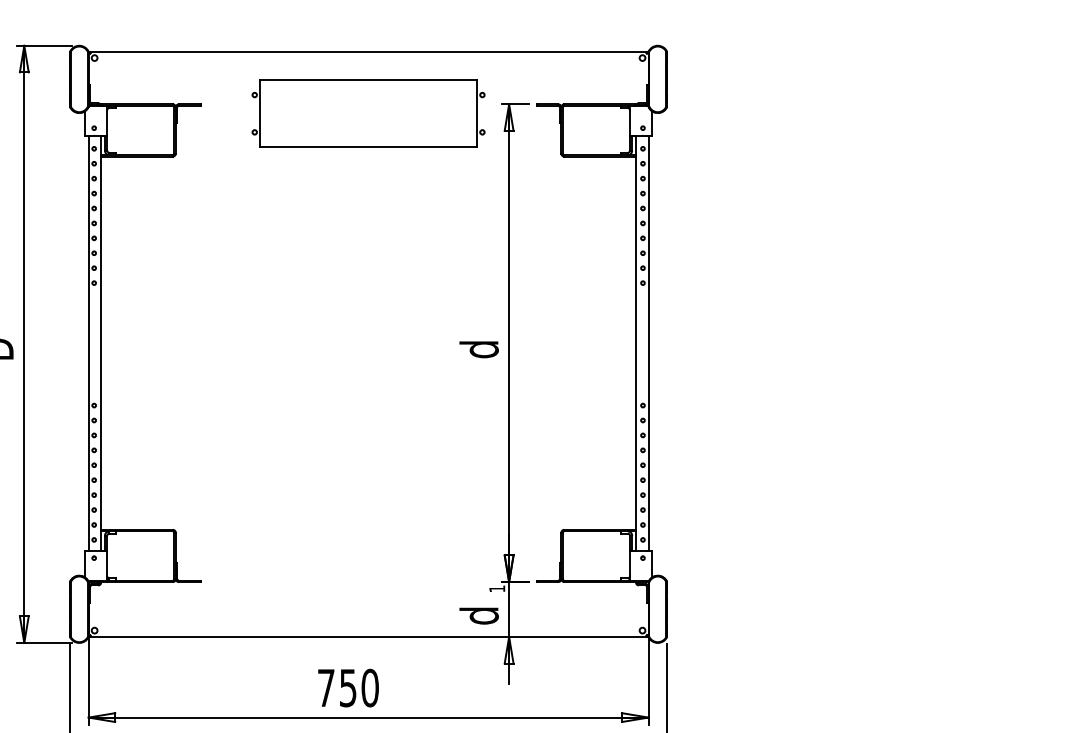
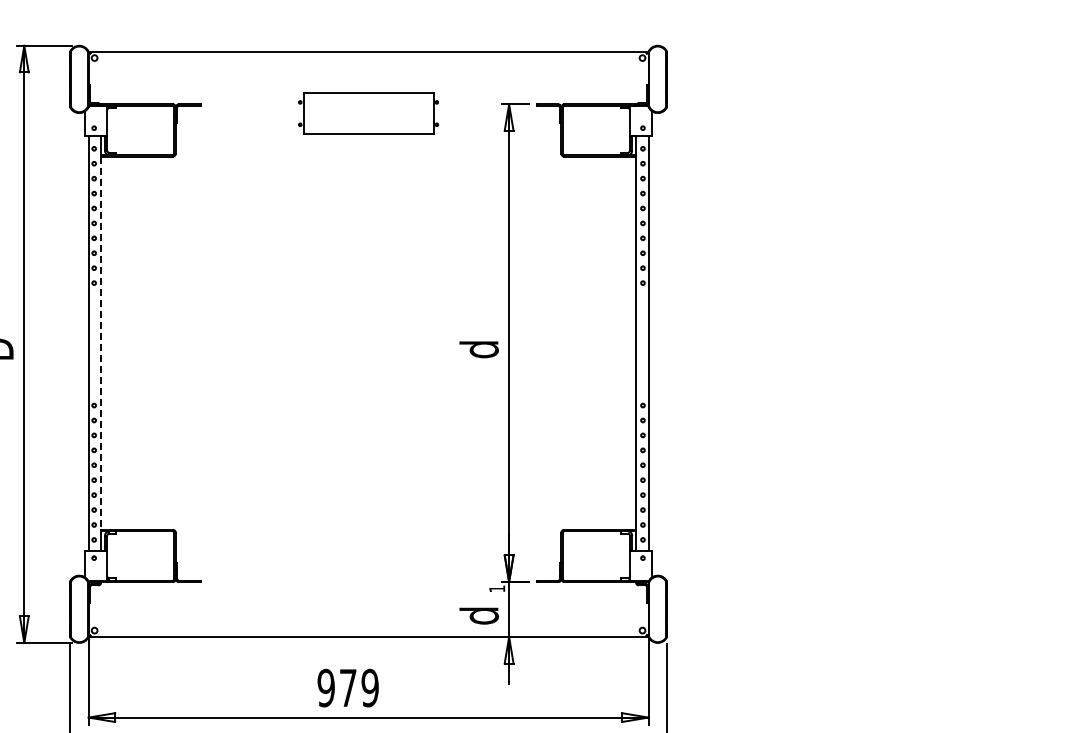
part at (368, 113) size: 235x69 px -> 141x43 px
line at (101, 343): solid -> dashed
text at (347, 687): 750 -> 979
